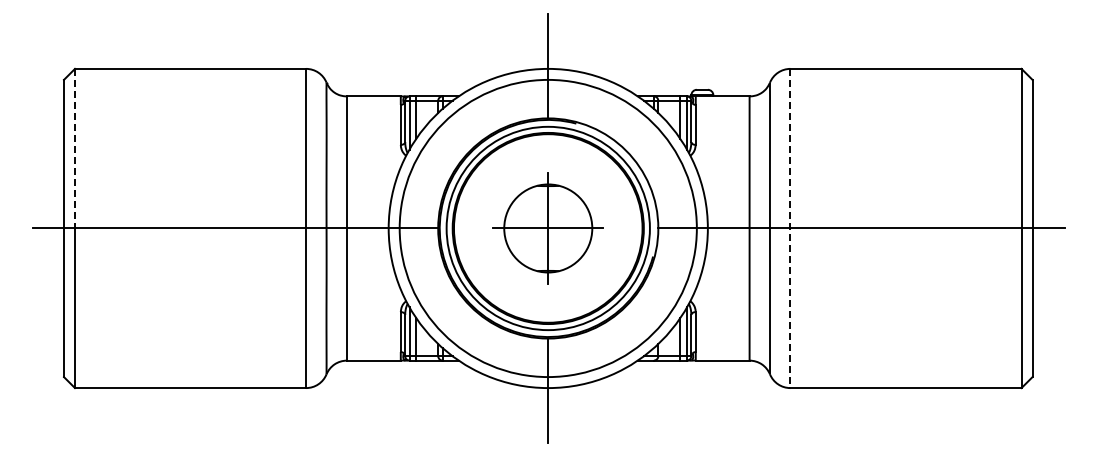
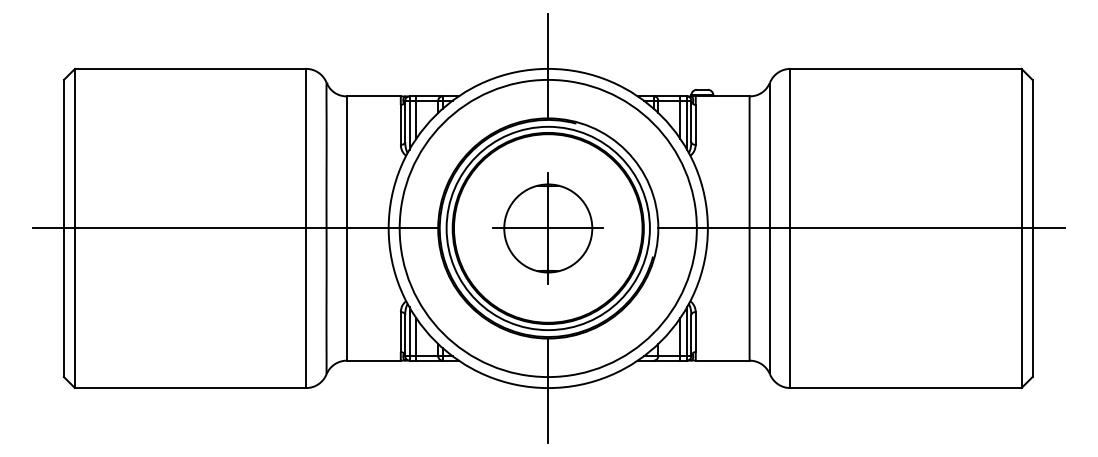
line at (75, 148): dashed -> solid
line at (790, 228): dashed -> solid
